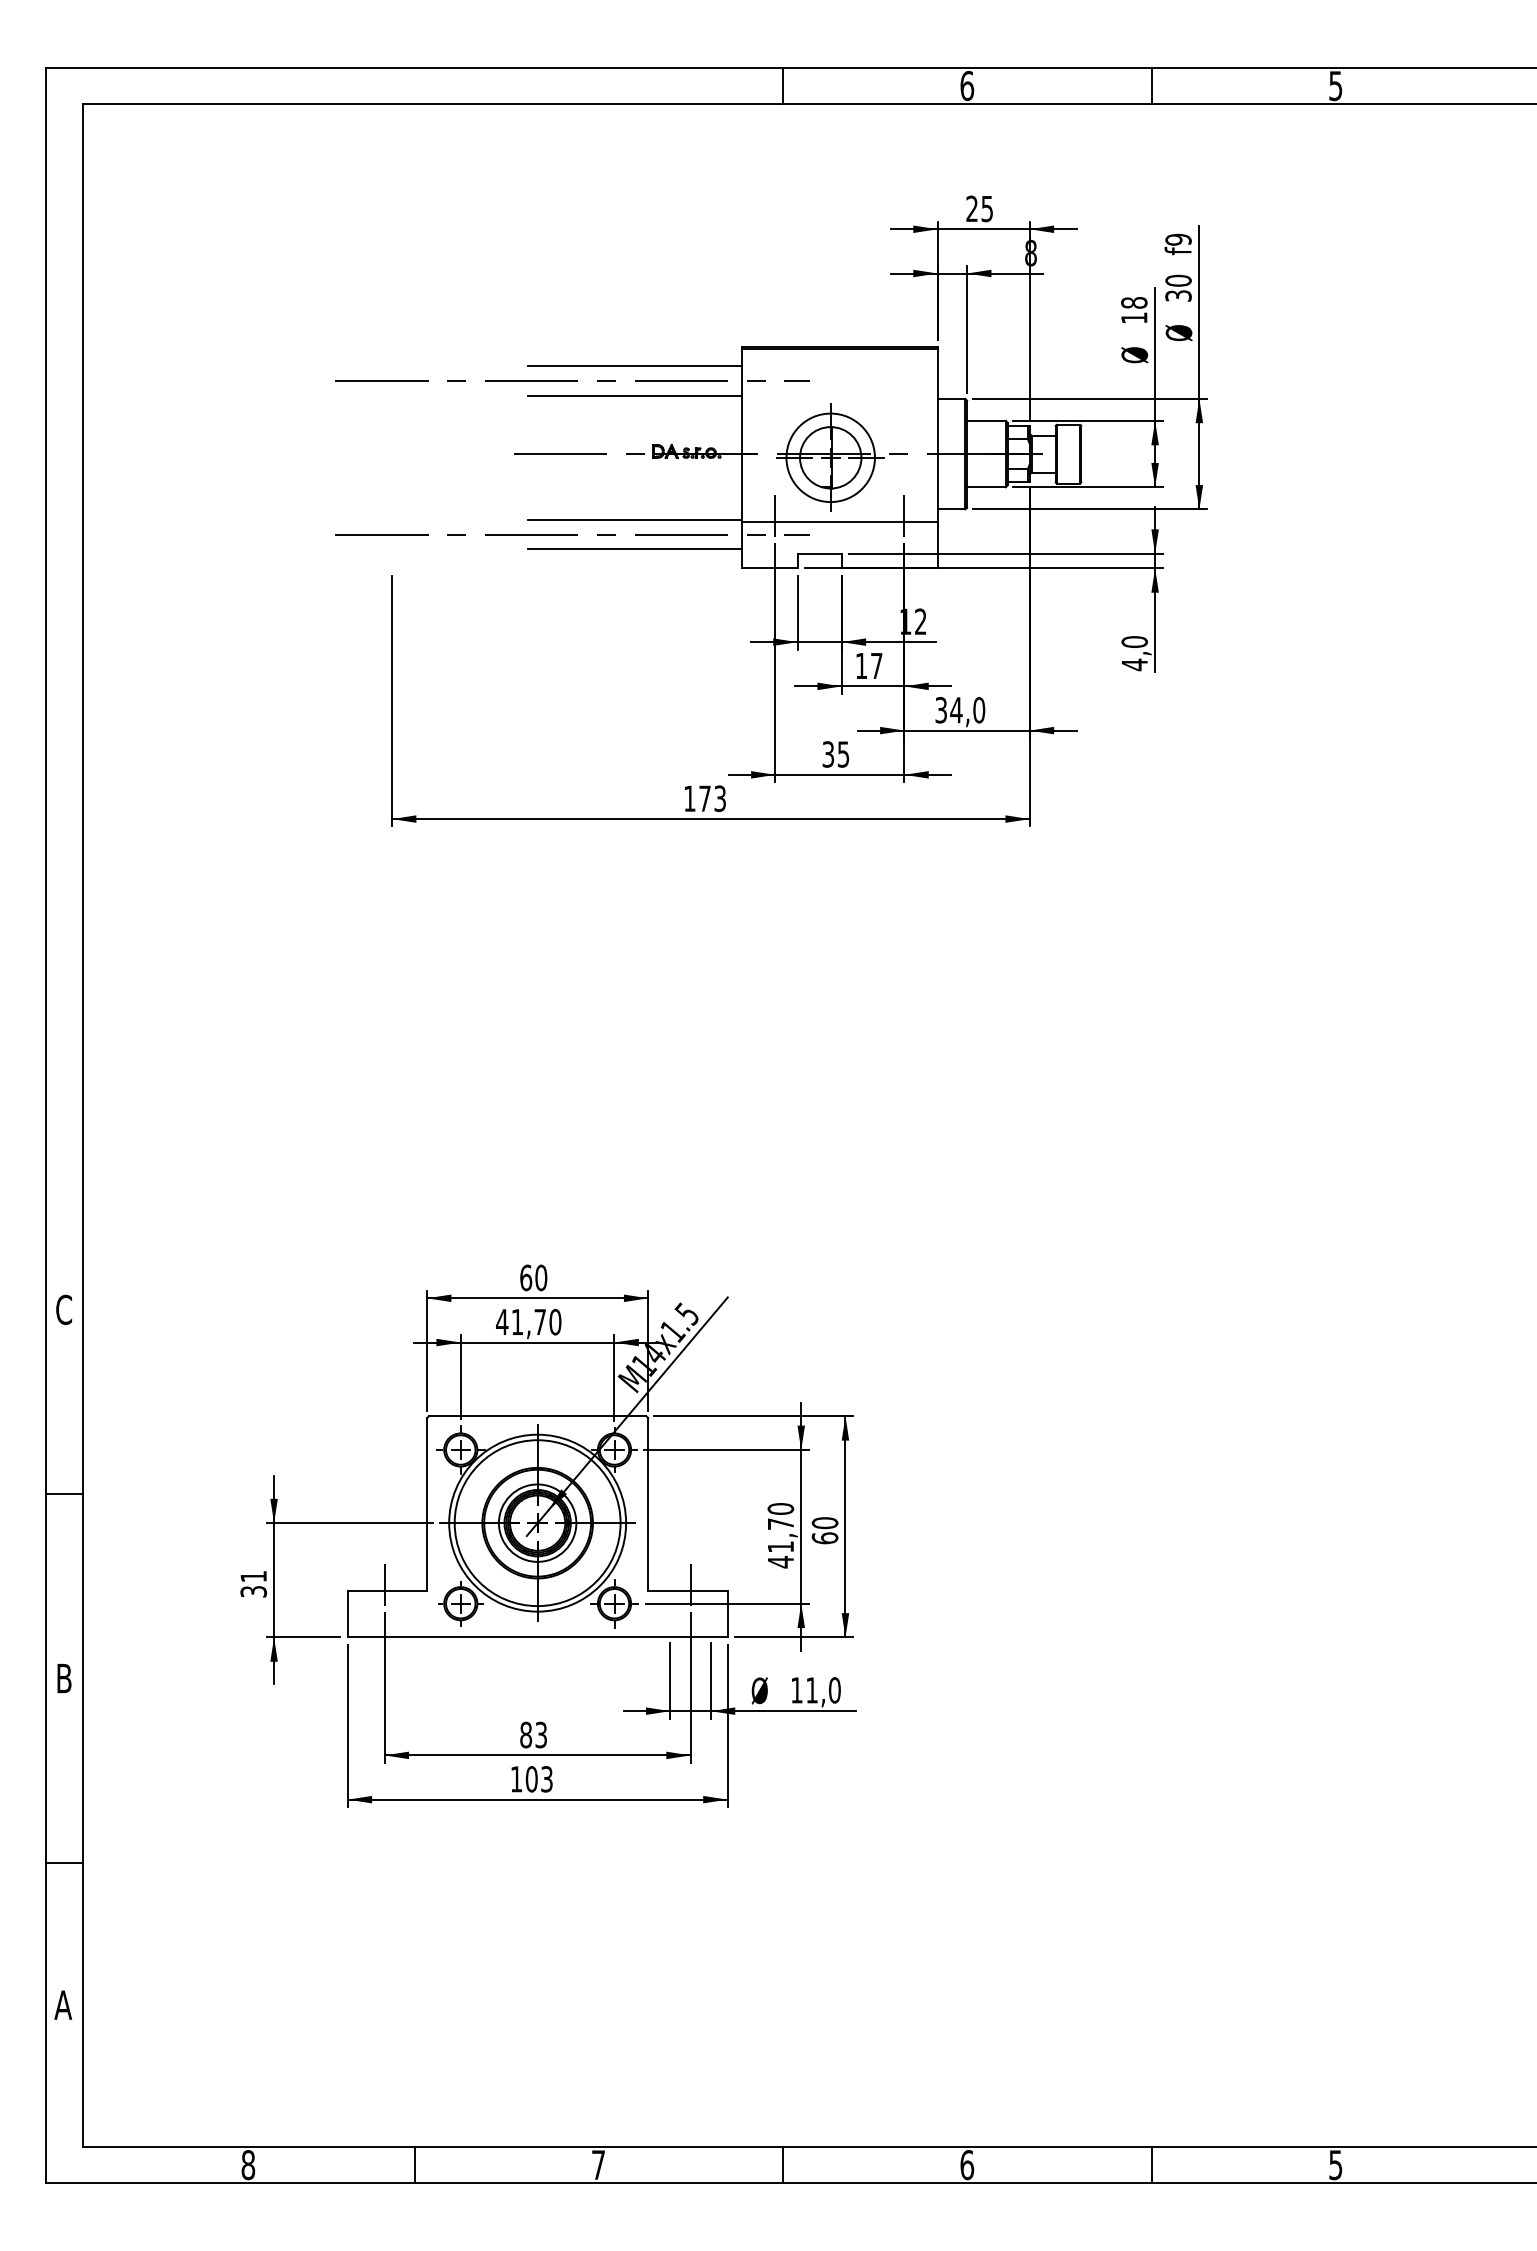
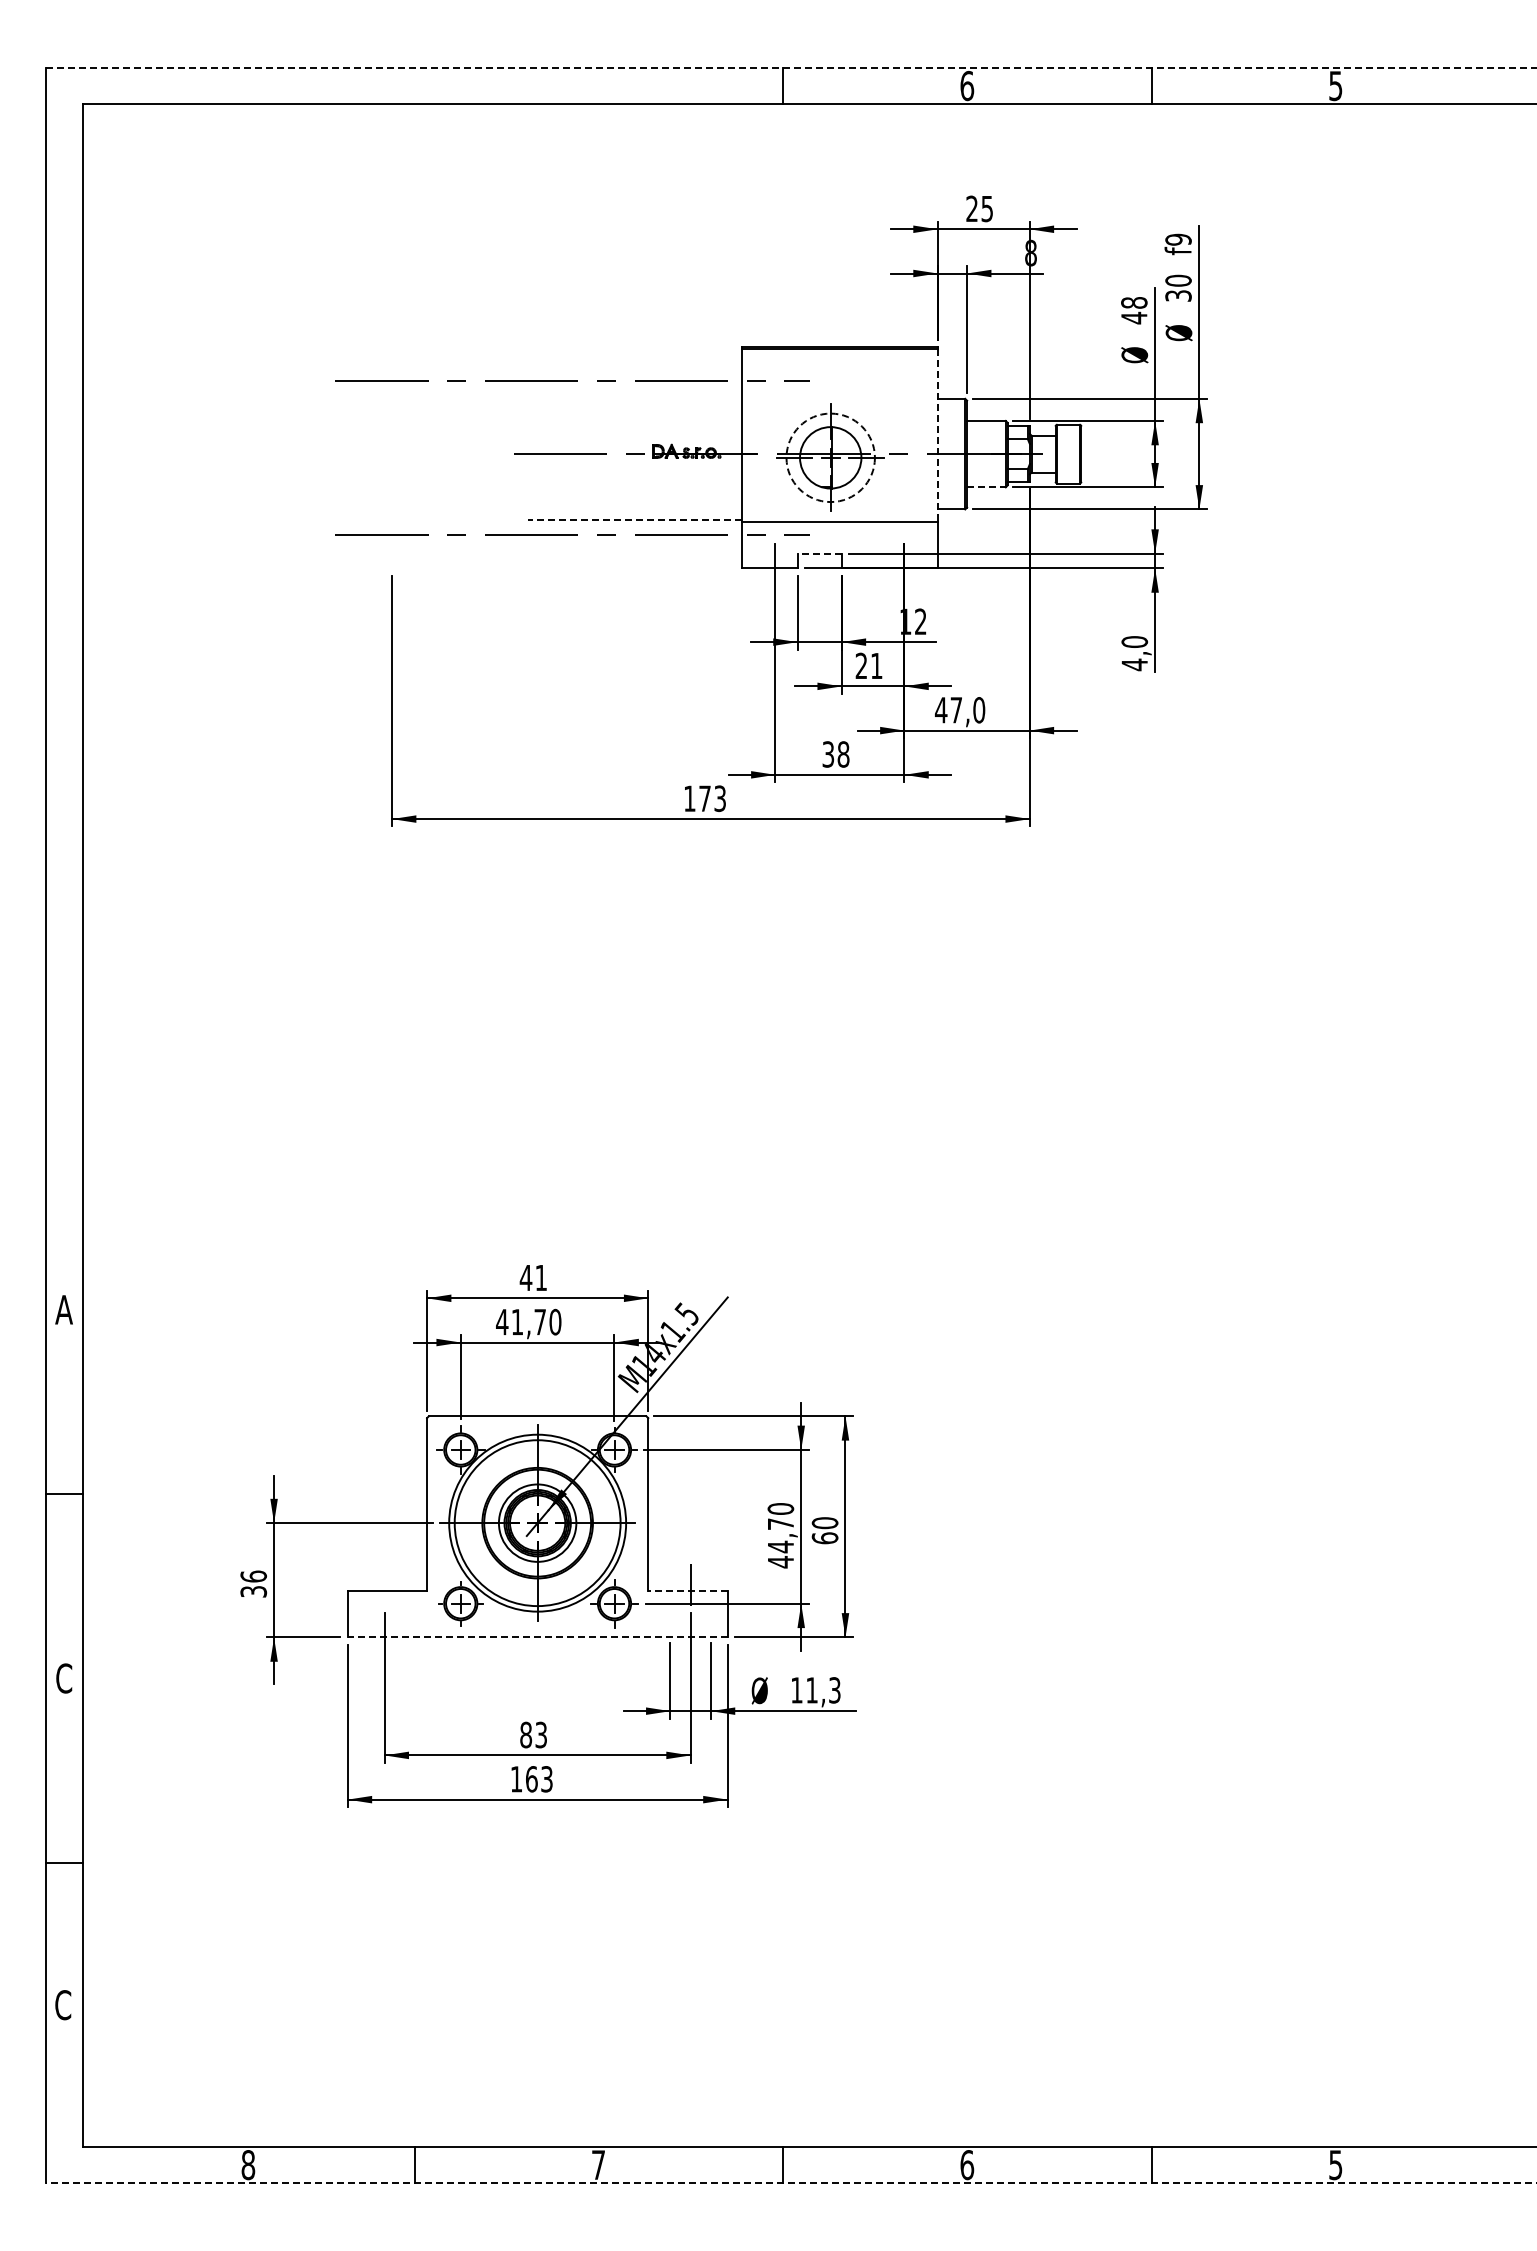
line at (791, 67): solid -> dashed
text at (1134, 317): 18 -> 48
line at (635, 366): present -> none
line at (635, 395): present -> none
line at (937, 435): solid -> dashed
circle at (830, 457): solid -> dashed
line at (986, 487): solid -> dashed
line at (775, 515): present -> none
line at (904, 515): present -> none
line at (635, 519): solid -> dashed
line at (635, 549): present -> none
line at (819, 553): solid -> dashed
text at (868, 665): 17 -> 21
text at (948, 710): 34,0 -> 47,0
text at (843, 754): 35 -> 38
text at (533, 1277): 60 -> 41
text at (63, 1309): C -> A
text at (780, 1546): 41,70 -> 44,70
text at (253, 1576): 31 -> 36
line at (384, 1584): present -> none
line at (687, 1591): solid -> dashed
line at (537, 1637): solid -> dashed
text at (64, 1678): B -> C
text at (834, 1690): 11,0 -> 11,3
text at (531, 1779): 103 -> 163
text at (63, 2005): A -> C
line at (790, 2183): solid -> dashed
